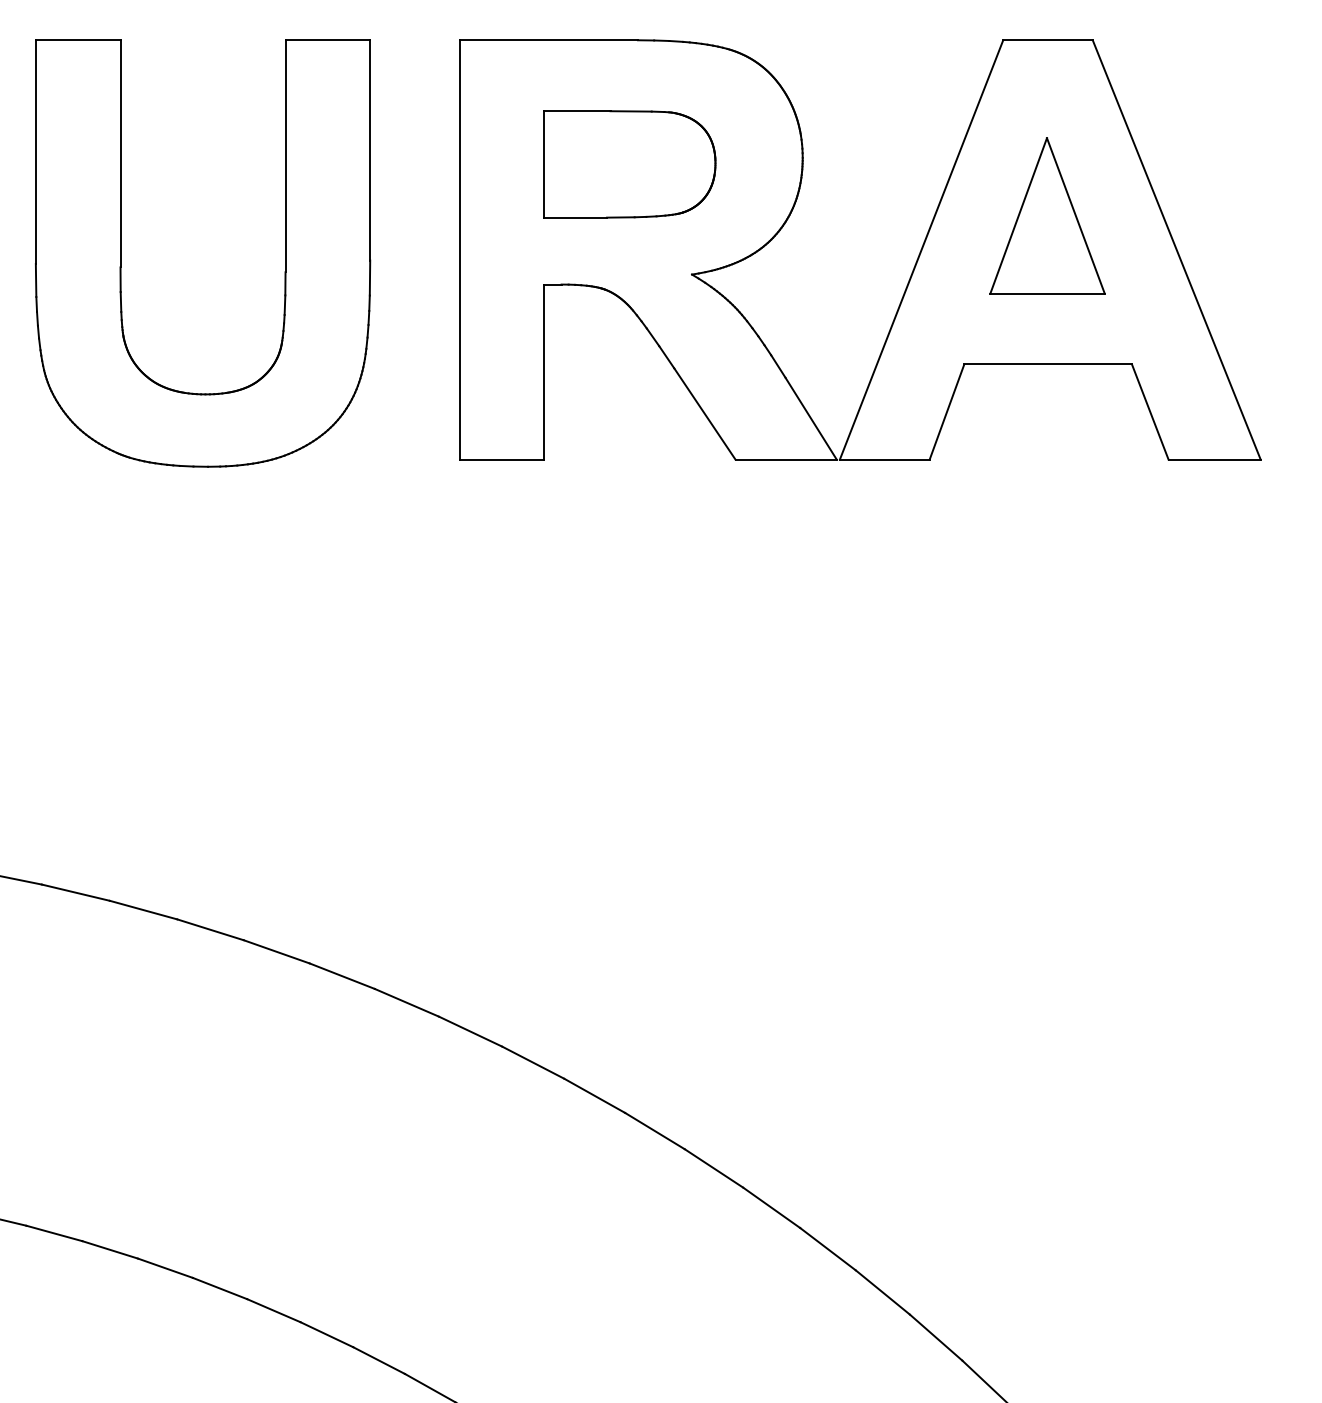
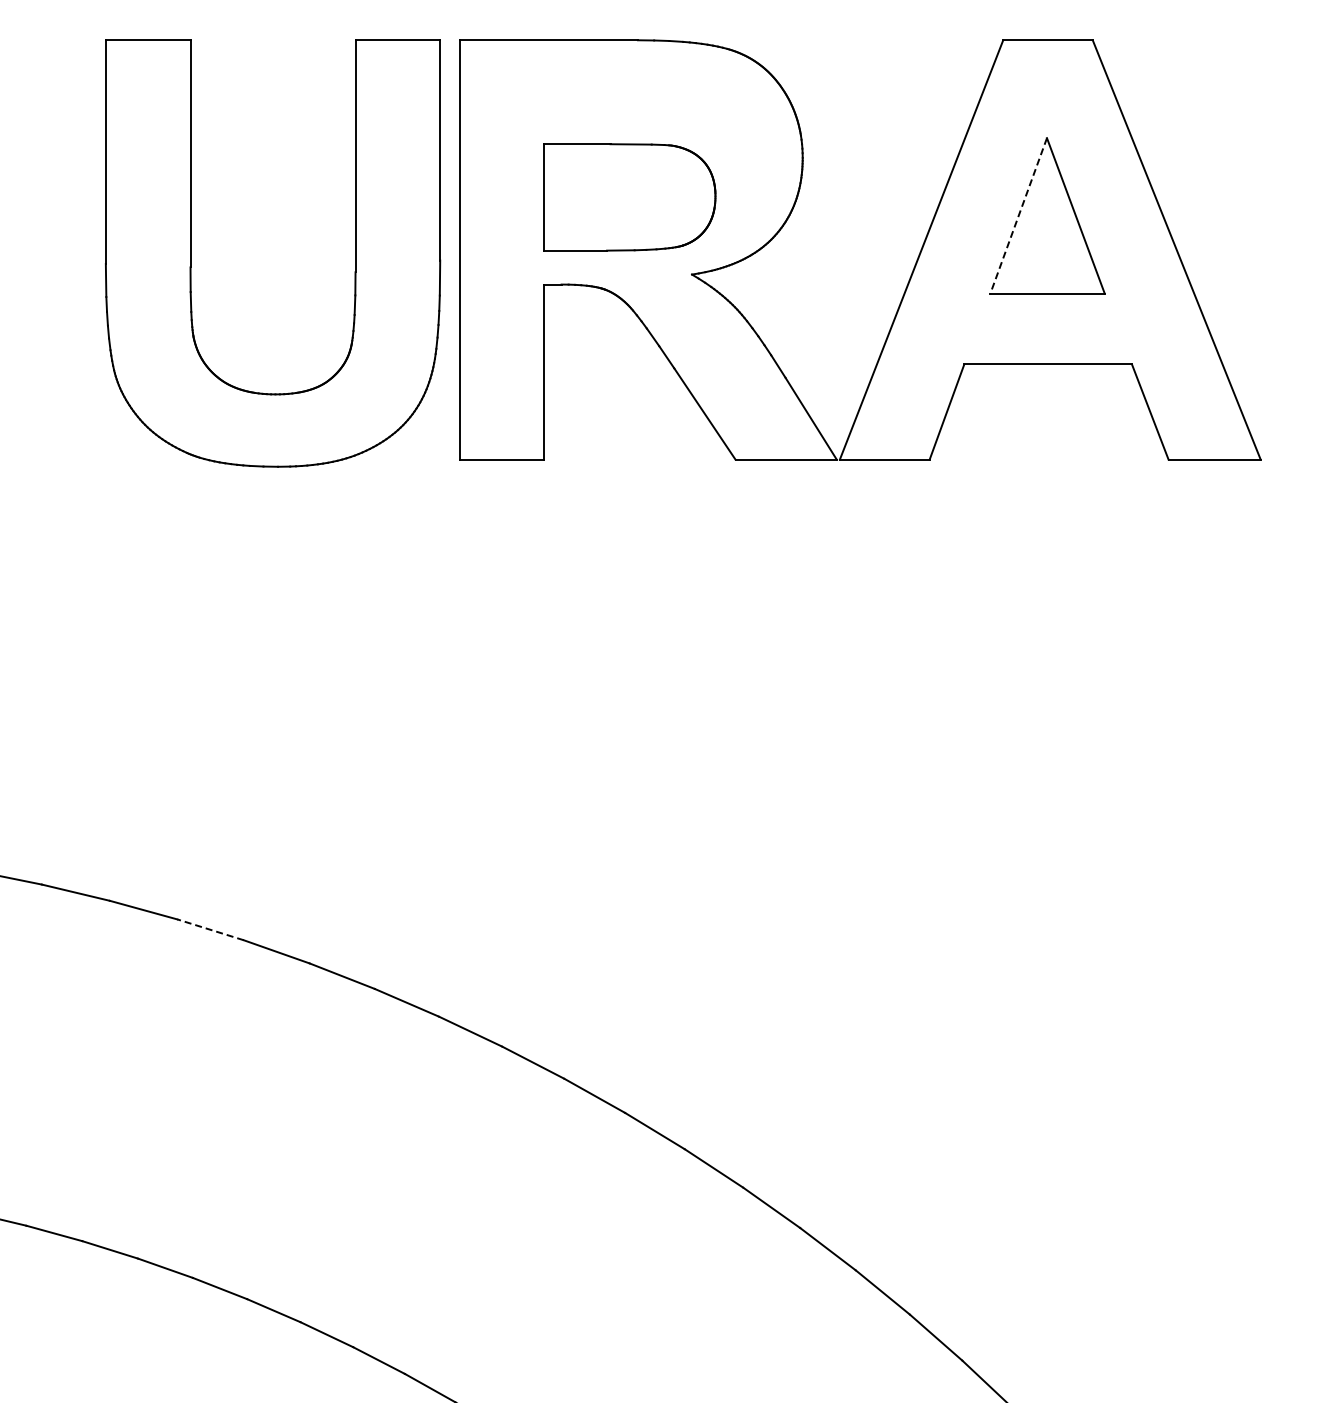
part at (629, 164) position: (629, 164) -> (629, 197)
line at (1018, 215): solid -> dashed
part at (121, 253) position: (121, 253) -> (191, 253)
line at (210, 929): solid -> dashed
